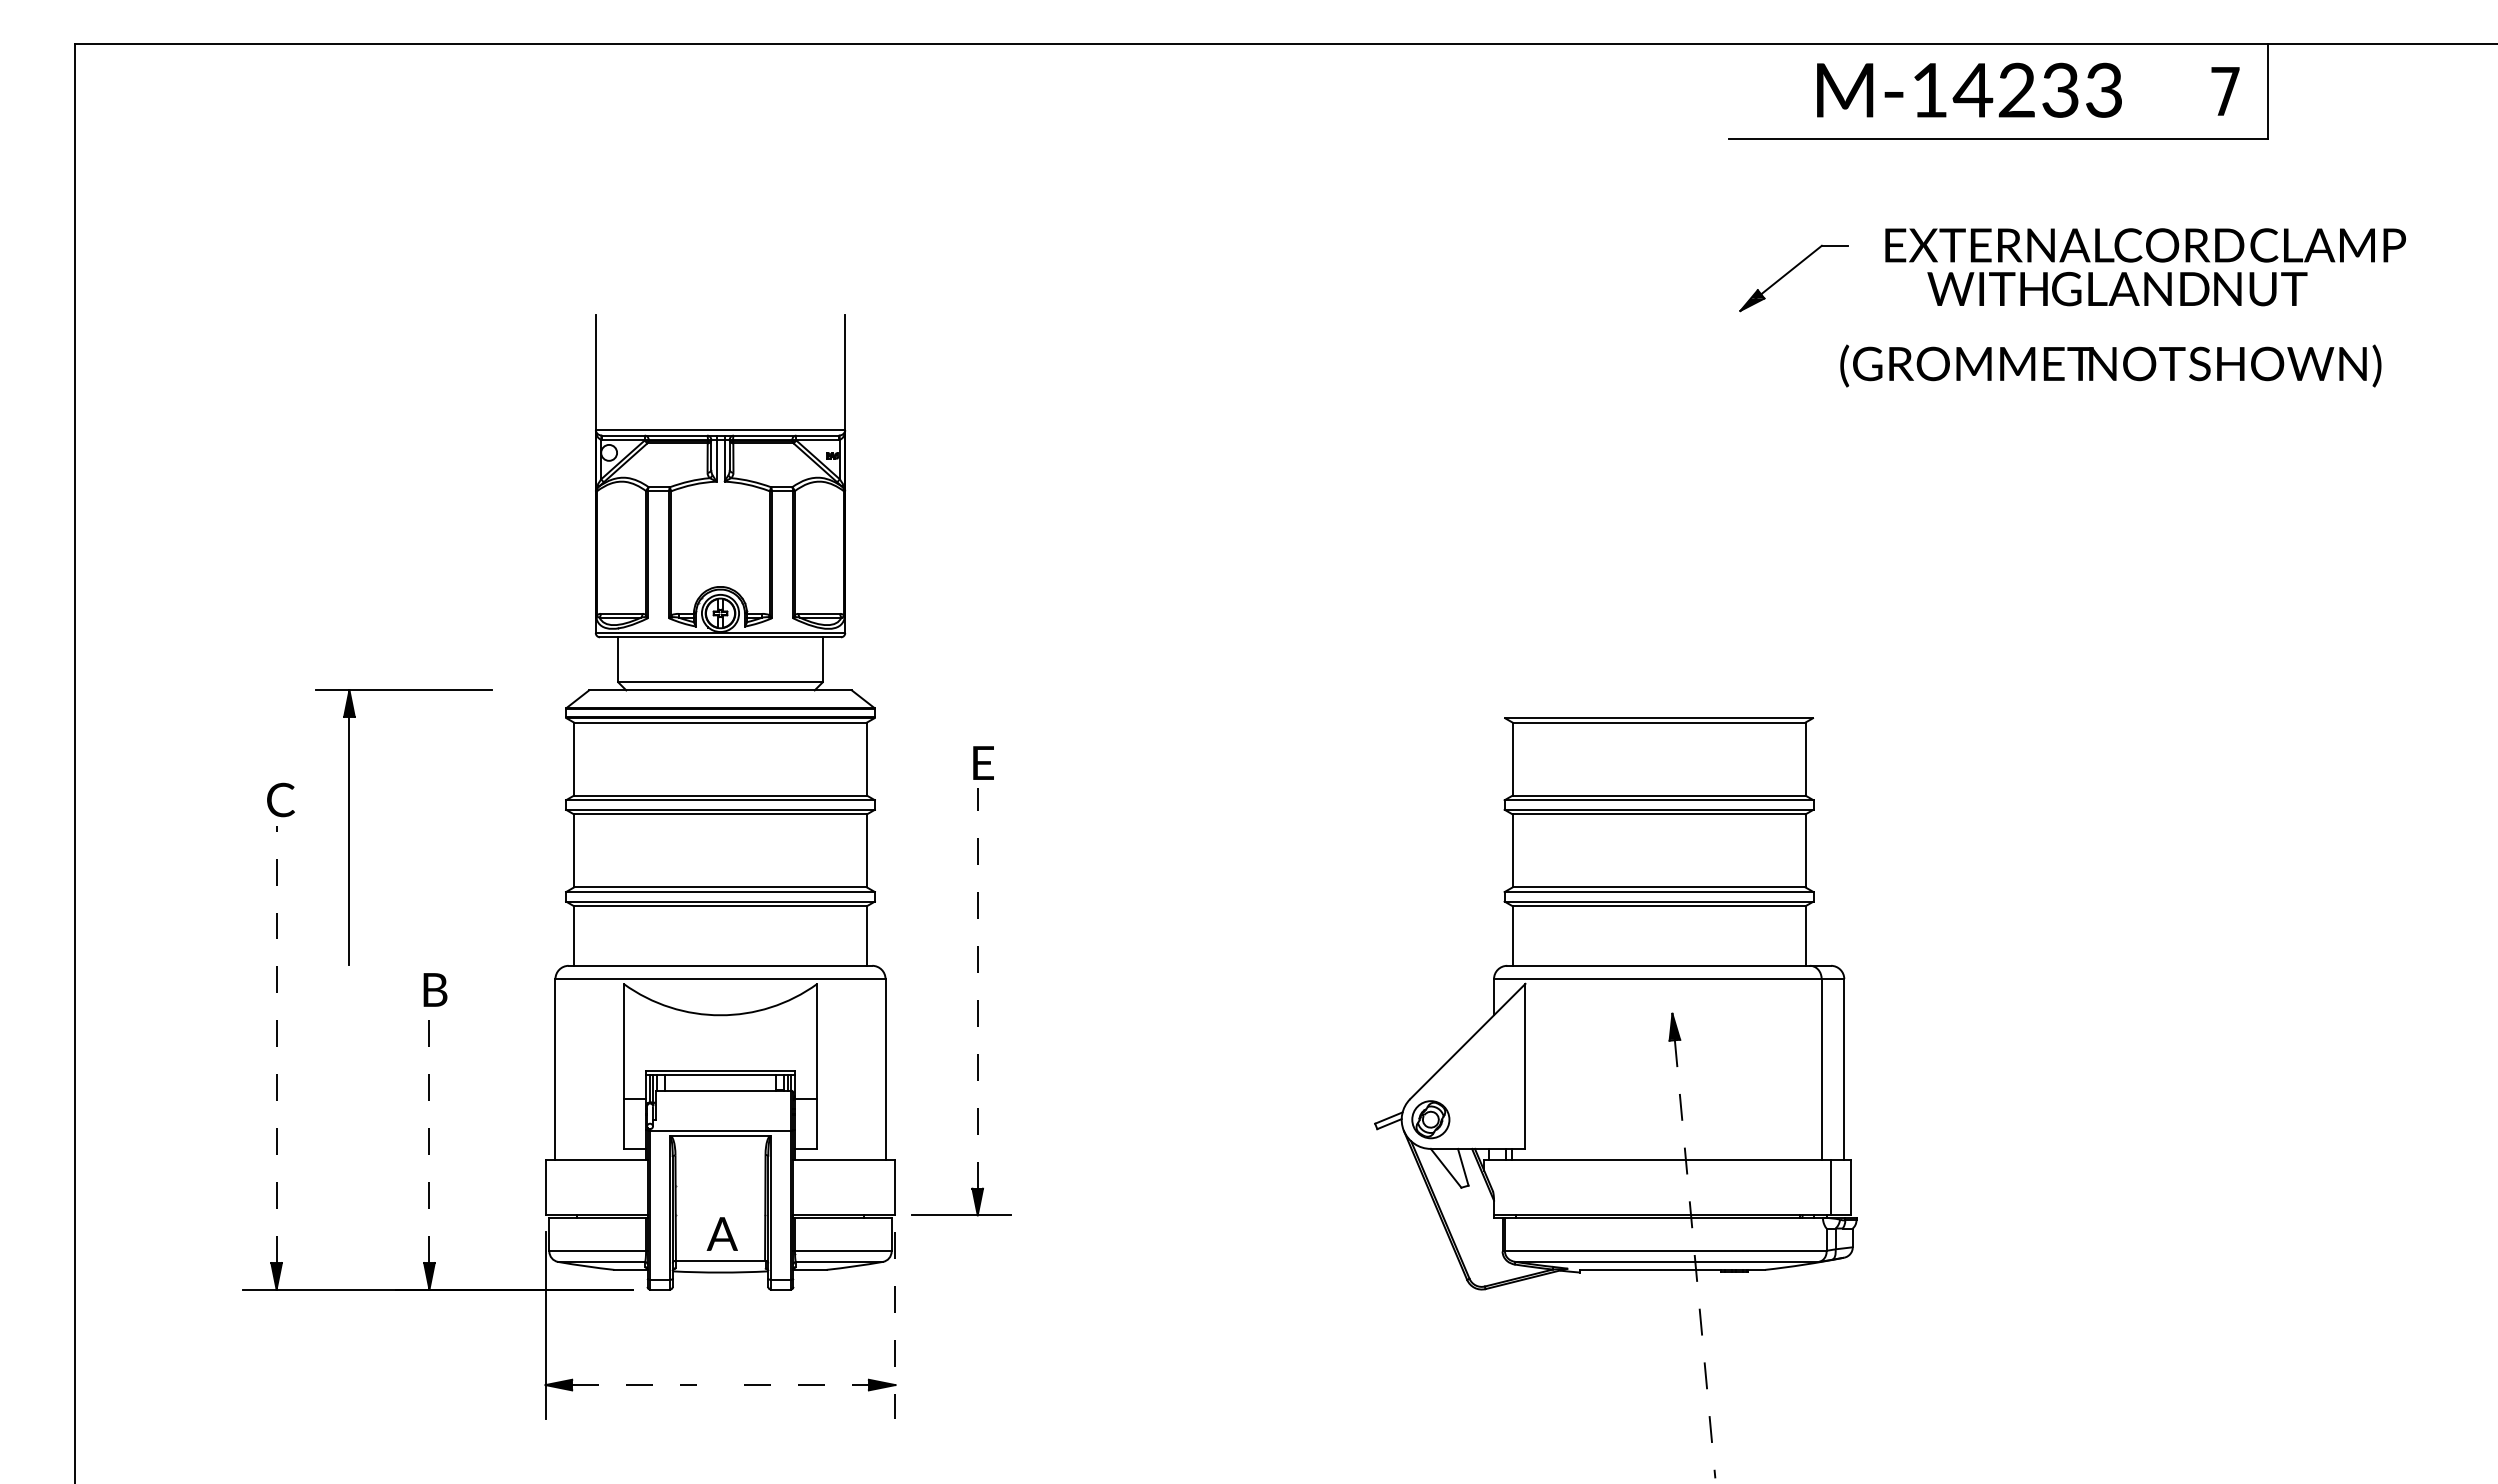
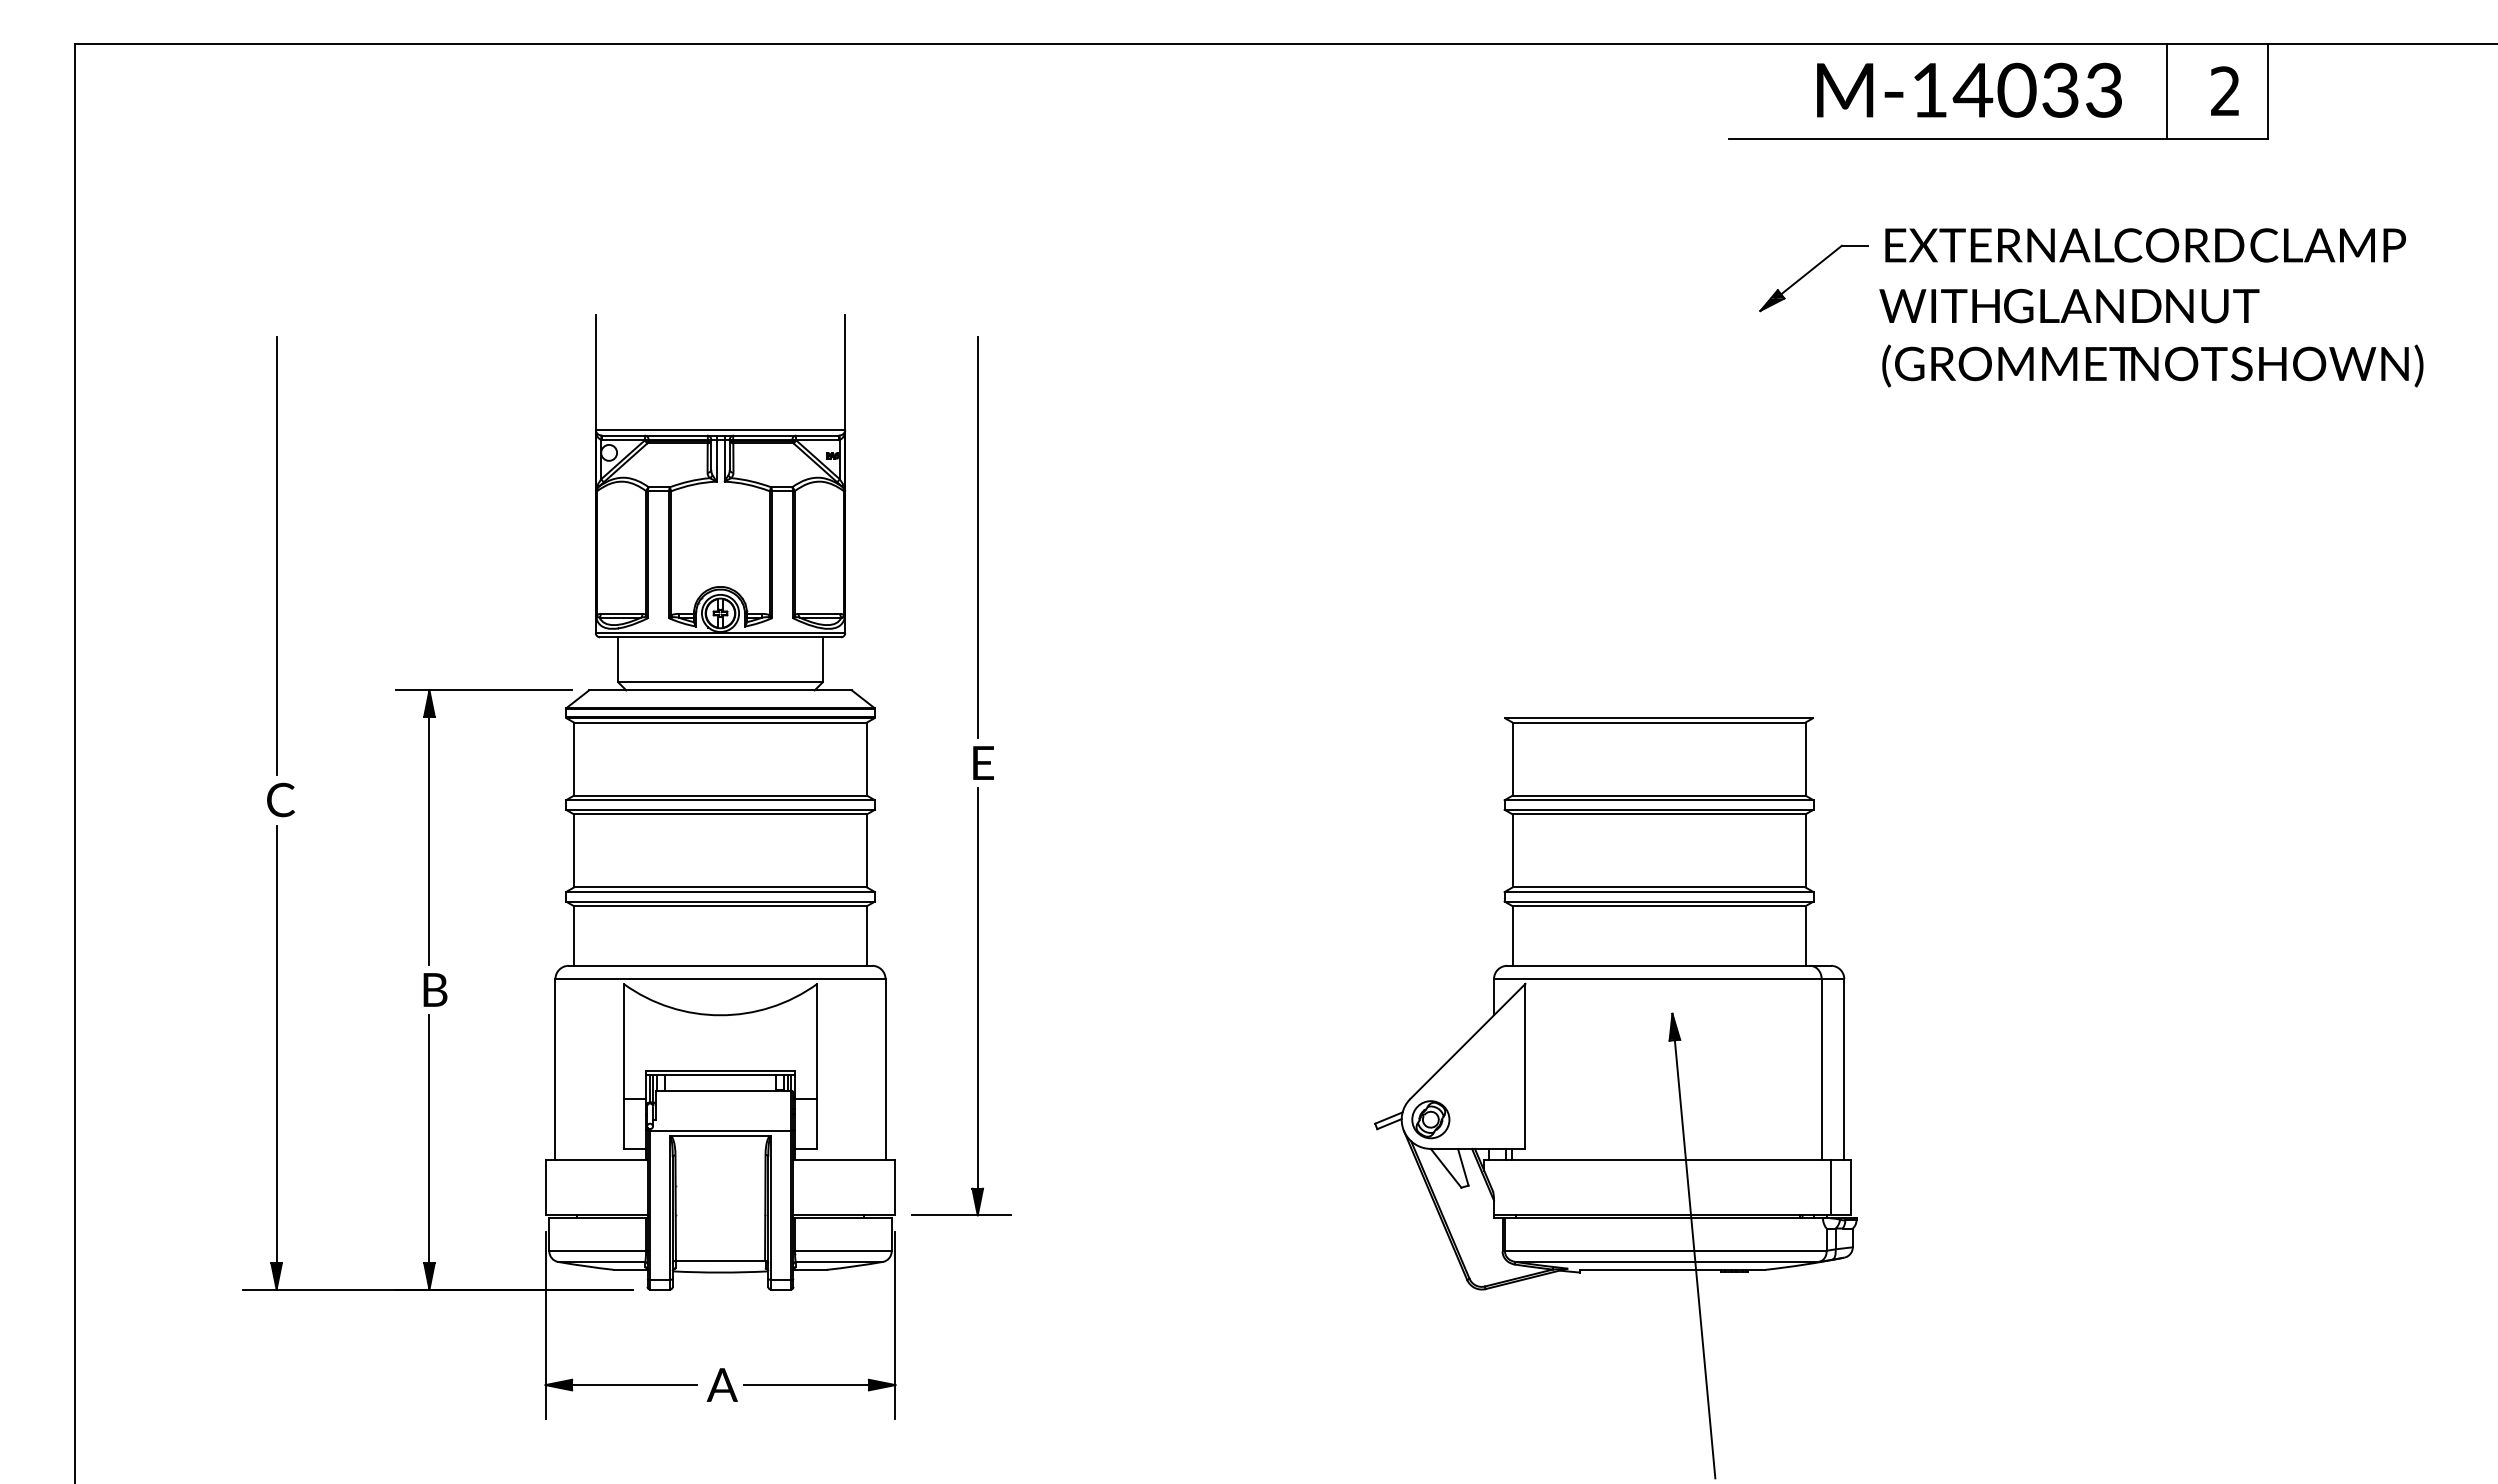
text at (2016, 90): M-14233 -> M-14033
text at (2225, 90): 7 -> 2
line at (2167, 91): none -> present
part at (1790, 272) position: (1790, 272) -> (1810, 272)
text at (2117, 289) position: (2117, 289) -> (2069, 306)
text at (2110, 365) position: (2110, 365) -> (2152, 365)
line at (977, 537): none -> present
line at (276, 555): none -> present
part at (349, 827) position: (349, 827) -> (429, 827)
line at (977, 988): dashed -> solid
line at (276, 1044): dashed -> solid
line at (429, 1139): dashed -> solid
text at (721, 1233) position: (721, 1233) -> (721, 1384)
line at (1695, 1259): dashed -> solid
line at (895, 1325): dashed -> solid
line at (635, 1385): dashed -> solid
line at (806, 1385): dashed -> solid
